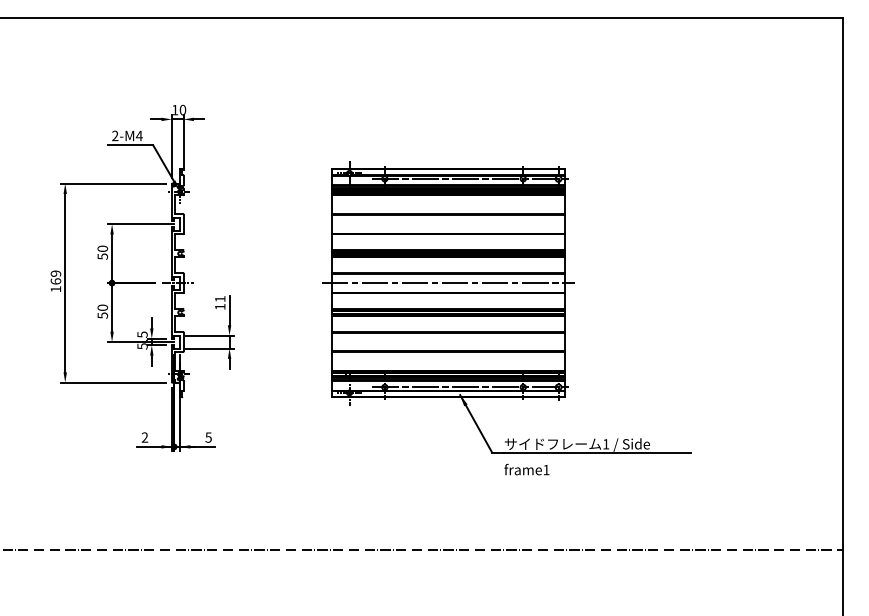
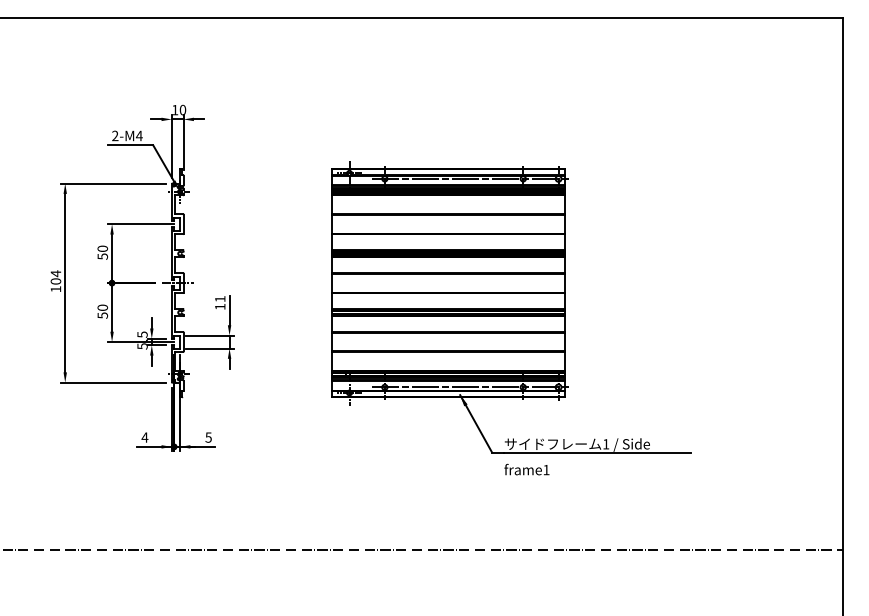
text at (55, 277): 169 -> 104
line at (447, 283): present -> none
text at (144, 437): 2 -> 4
